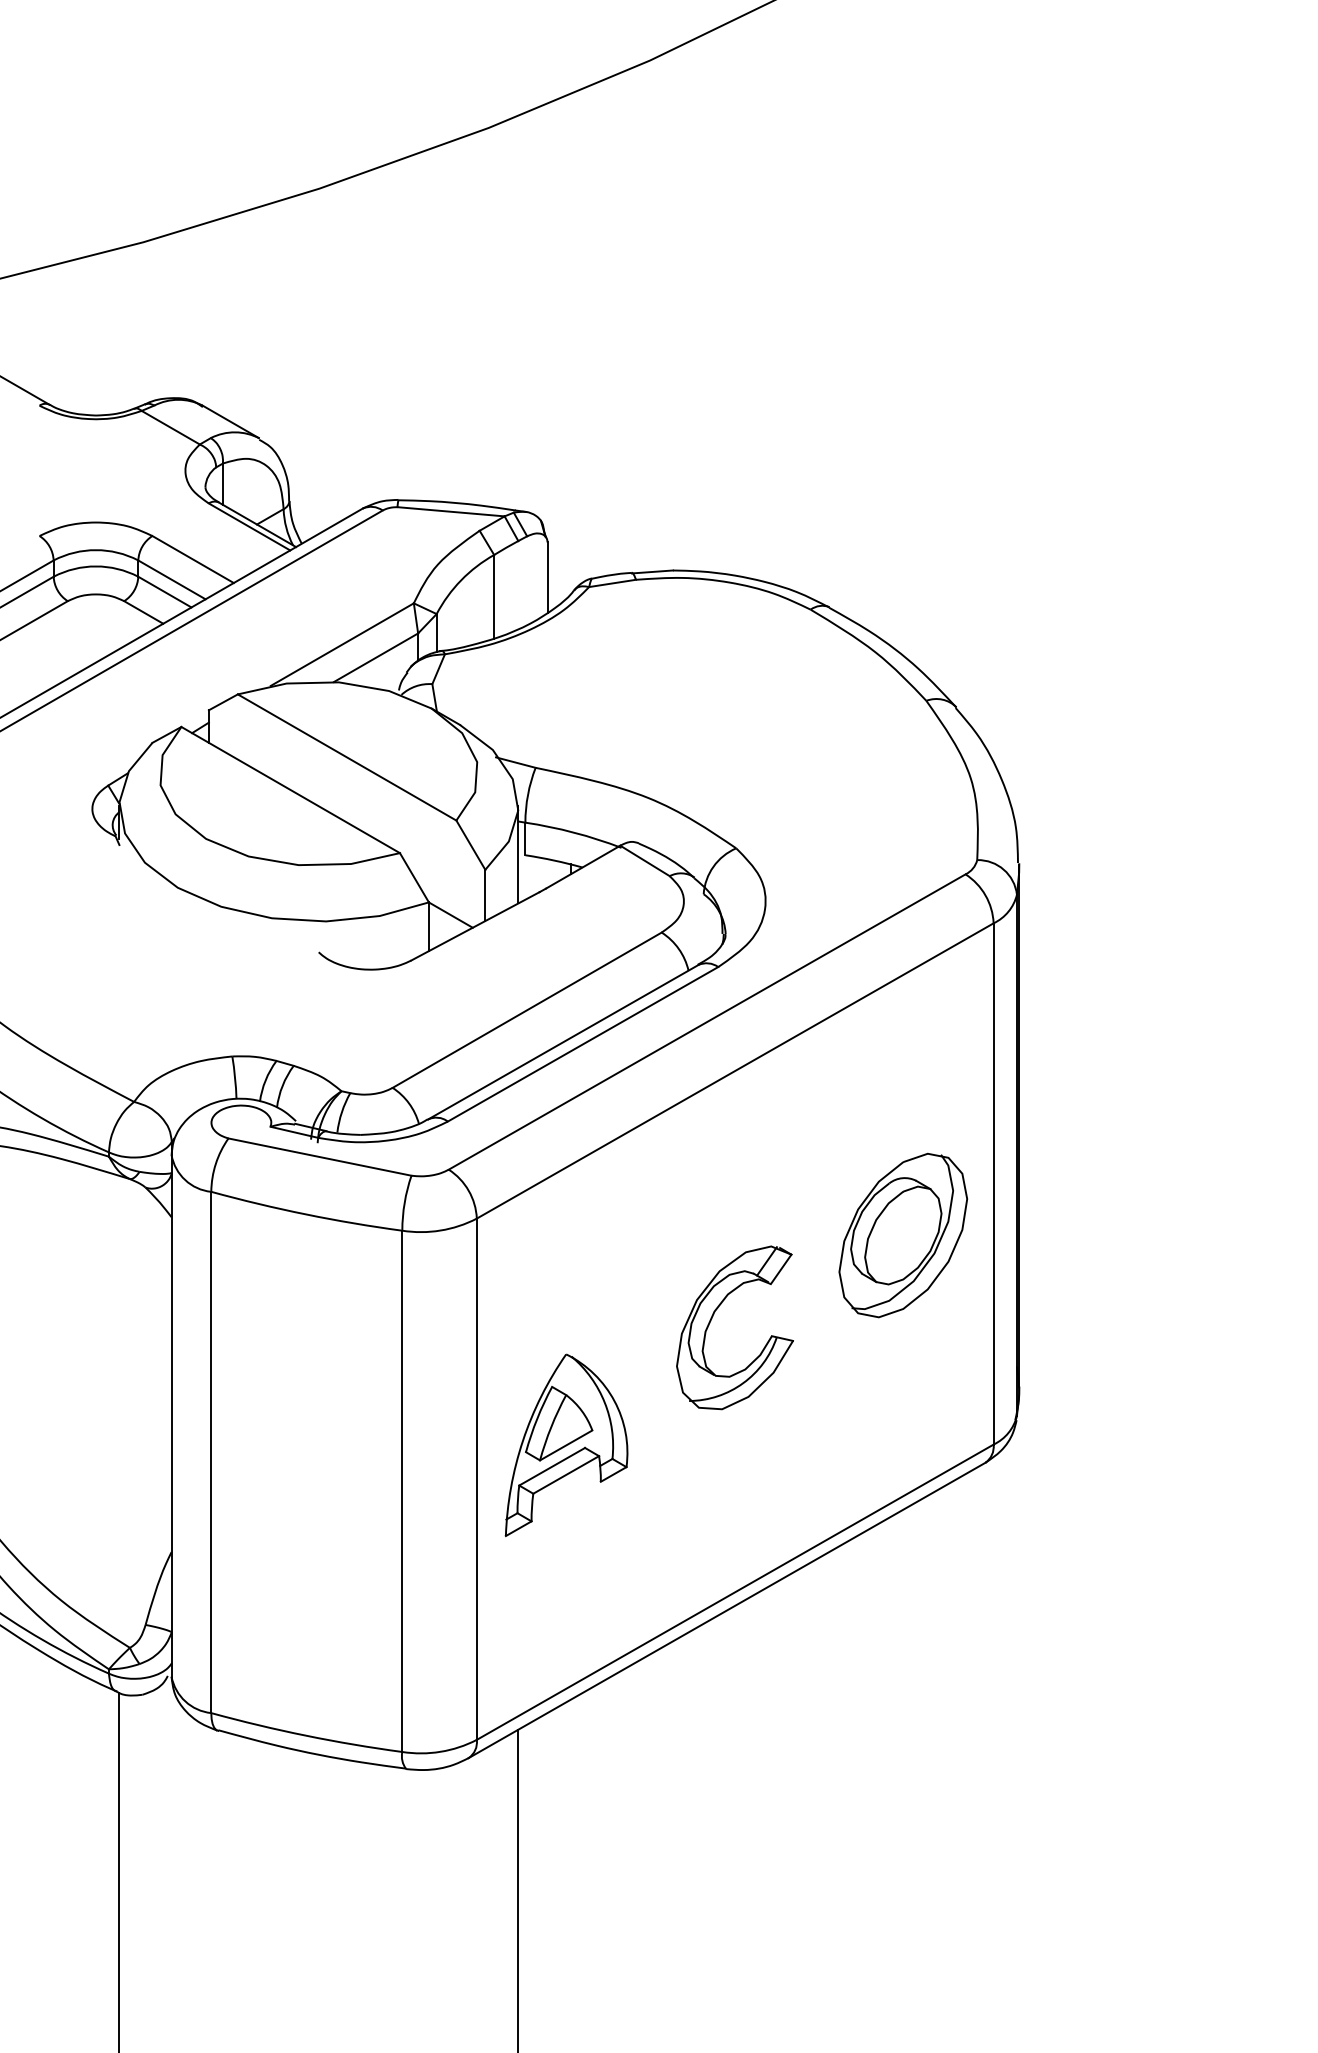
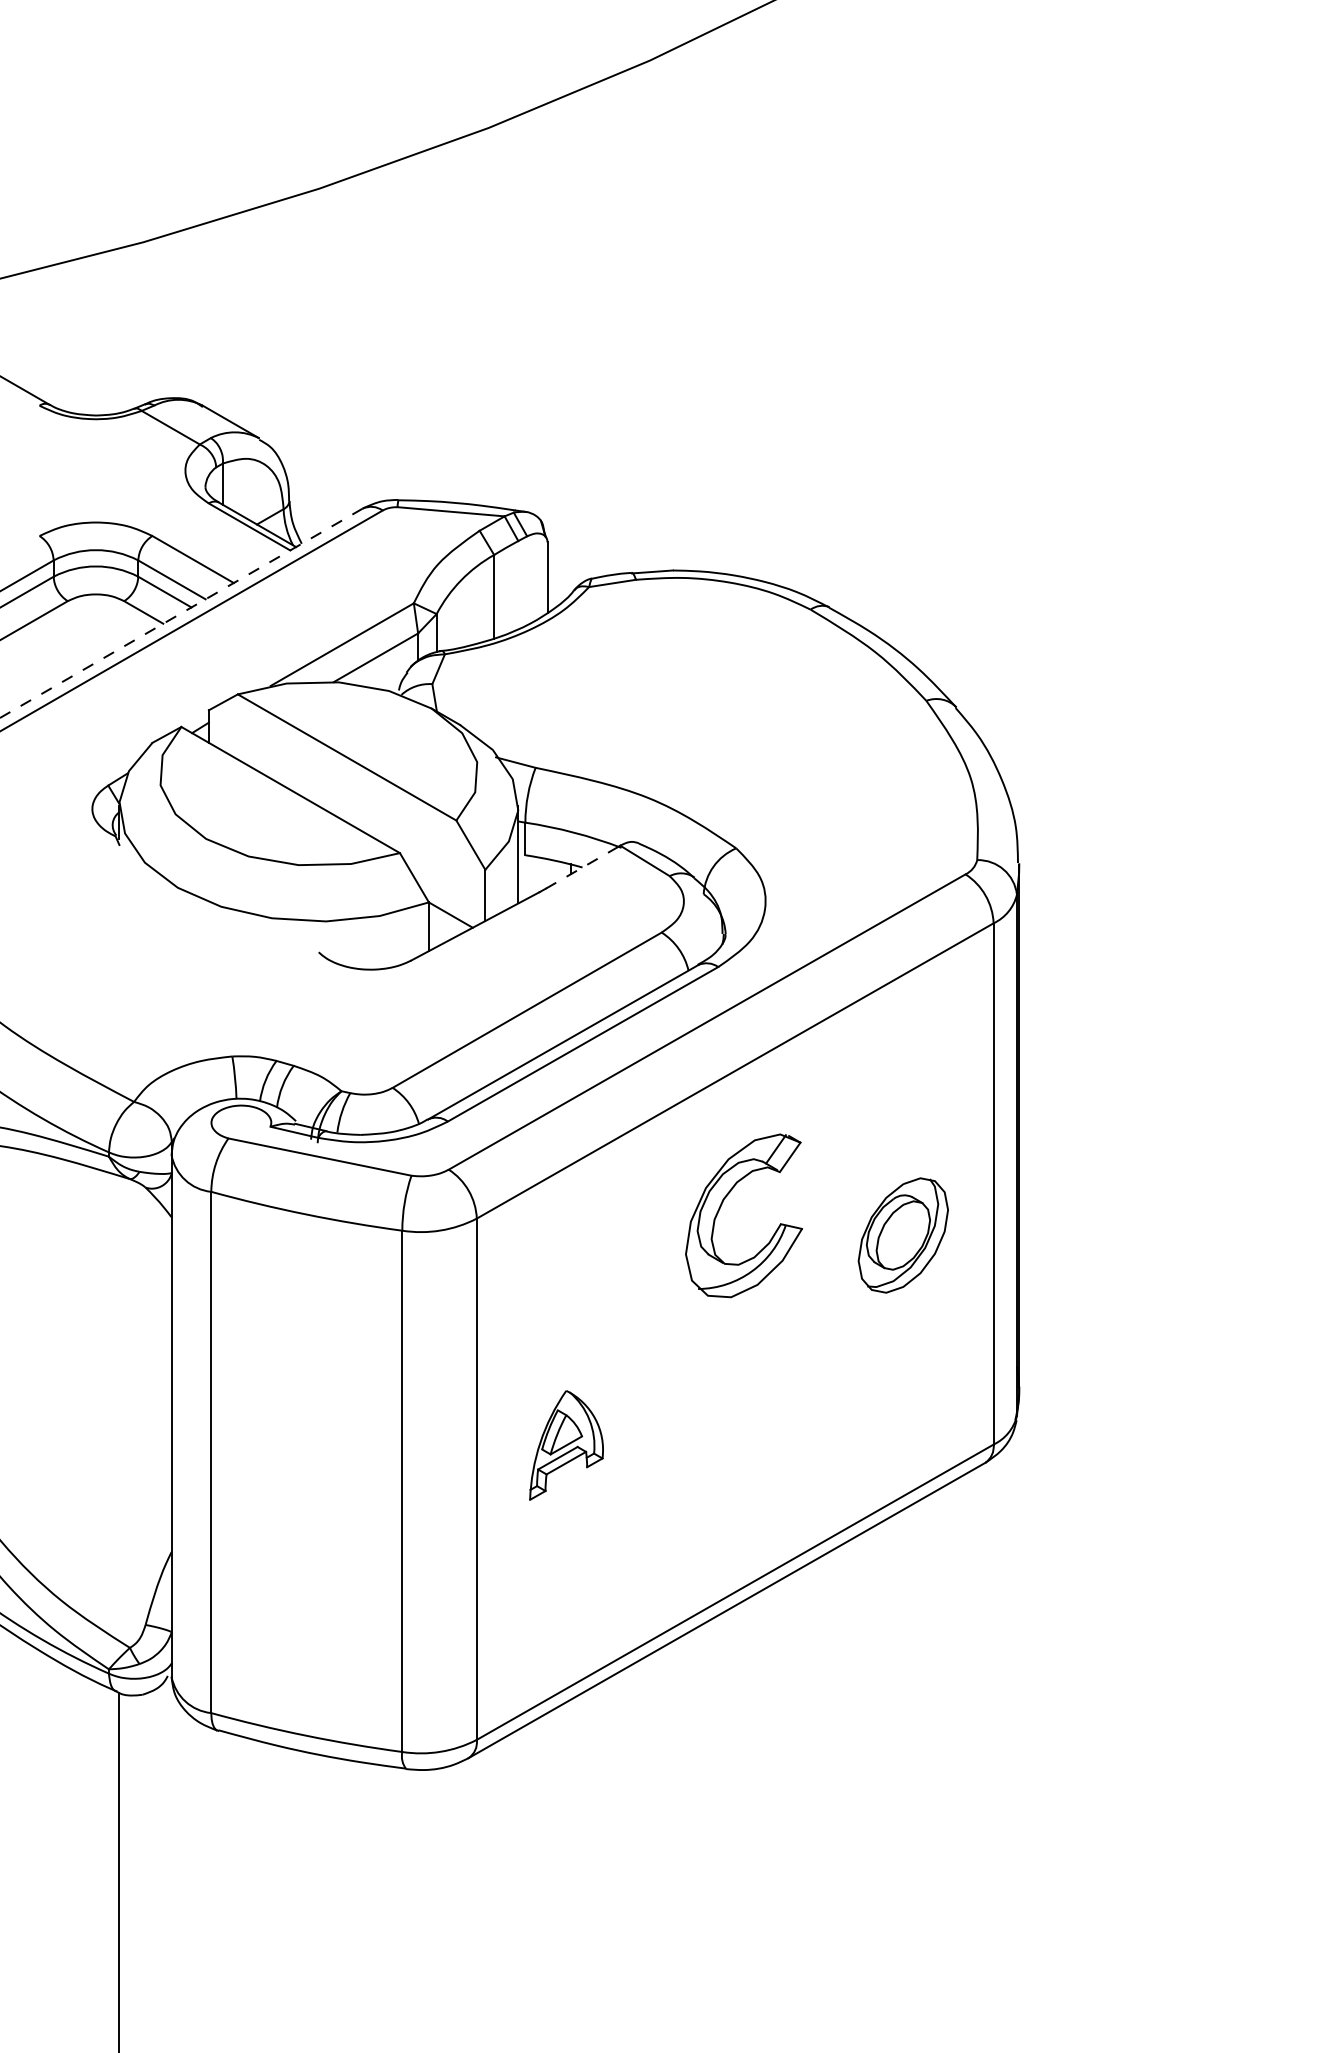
line at (181, 613): solid -> dashed
line at (582, 867): solid -> dashed
part at (903, 1235) size: 131x167 px -> 92x117 px
part at (713, 1316) position: (713, 1316) -> (722, 1204)
part at (566, 1445) size: 125x185 px -> 75x111 px
line at (518, 1889): present -> none
